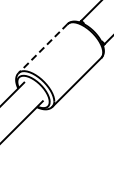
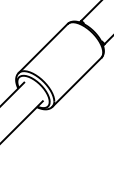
line at (43, 48): dashed -> solid
